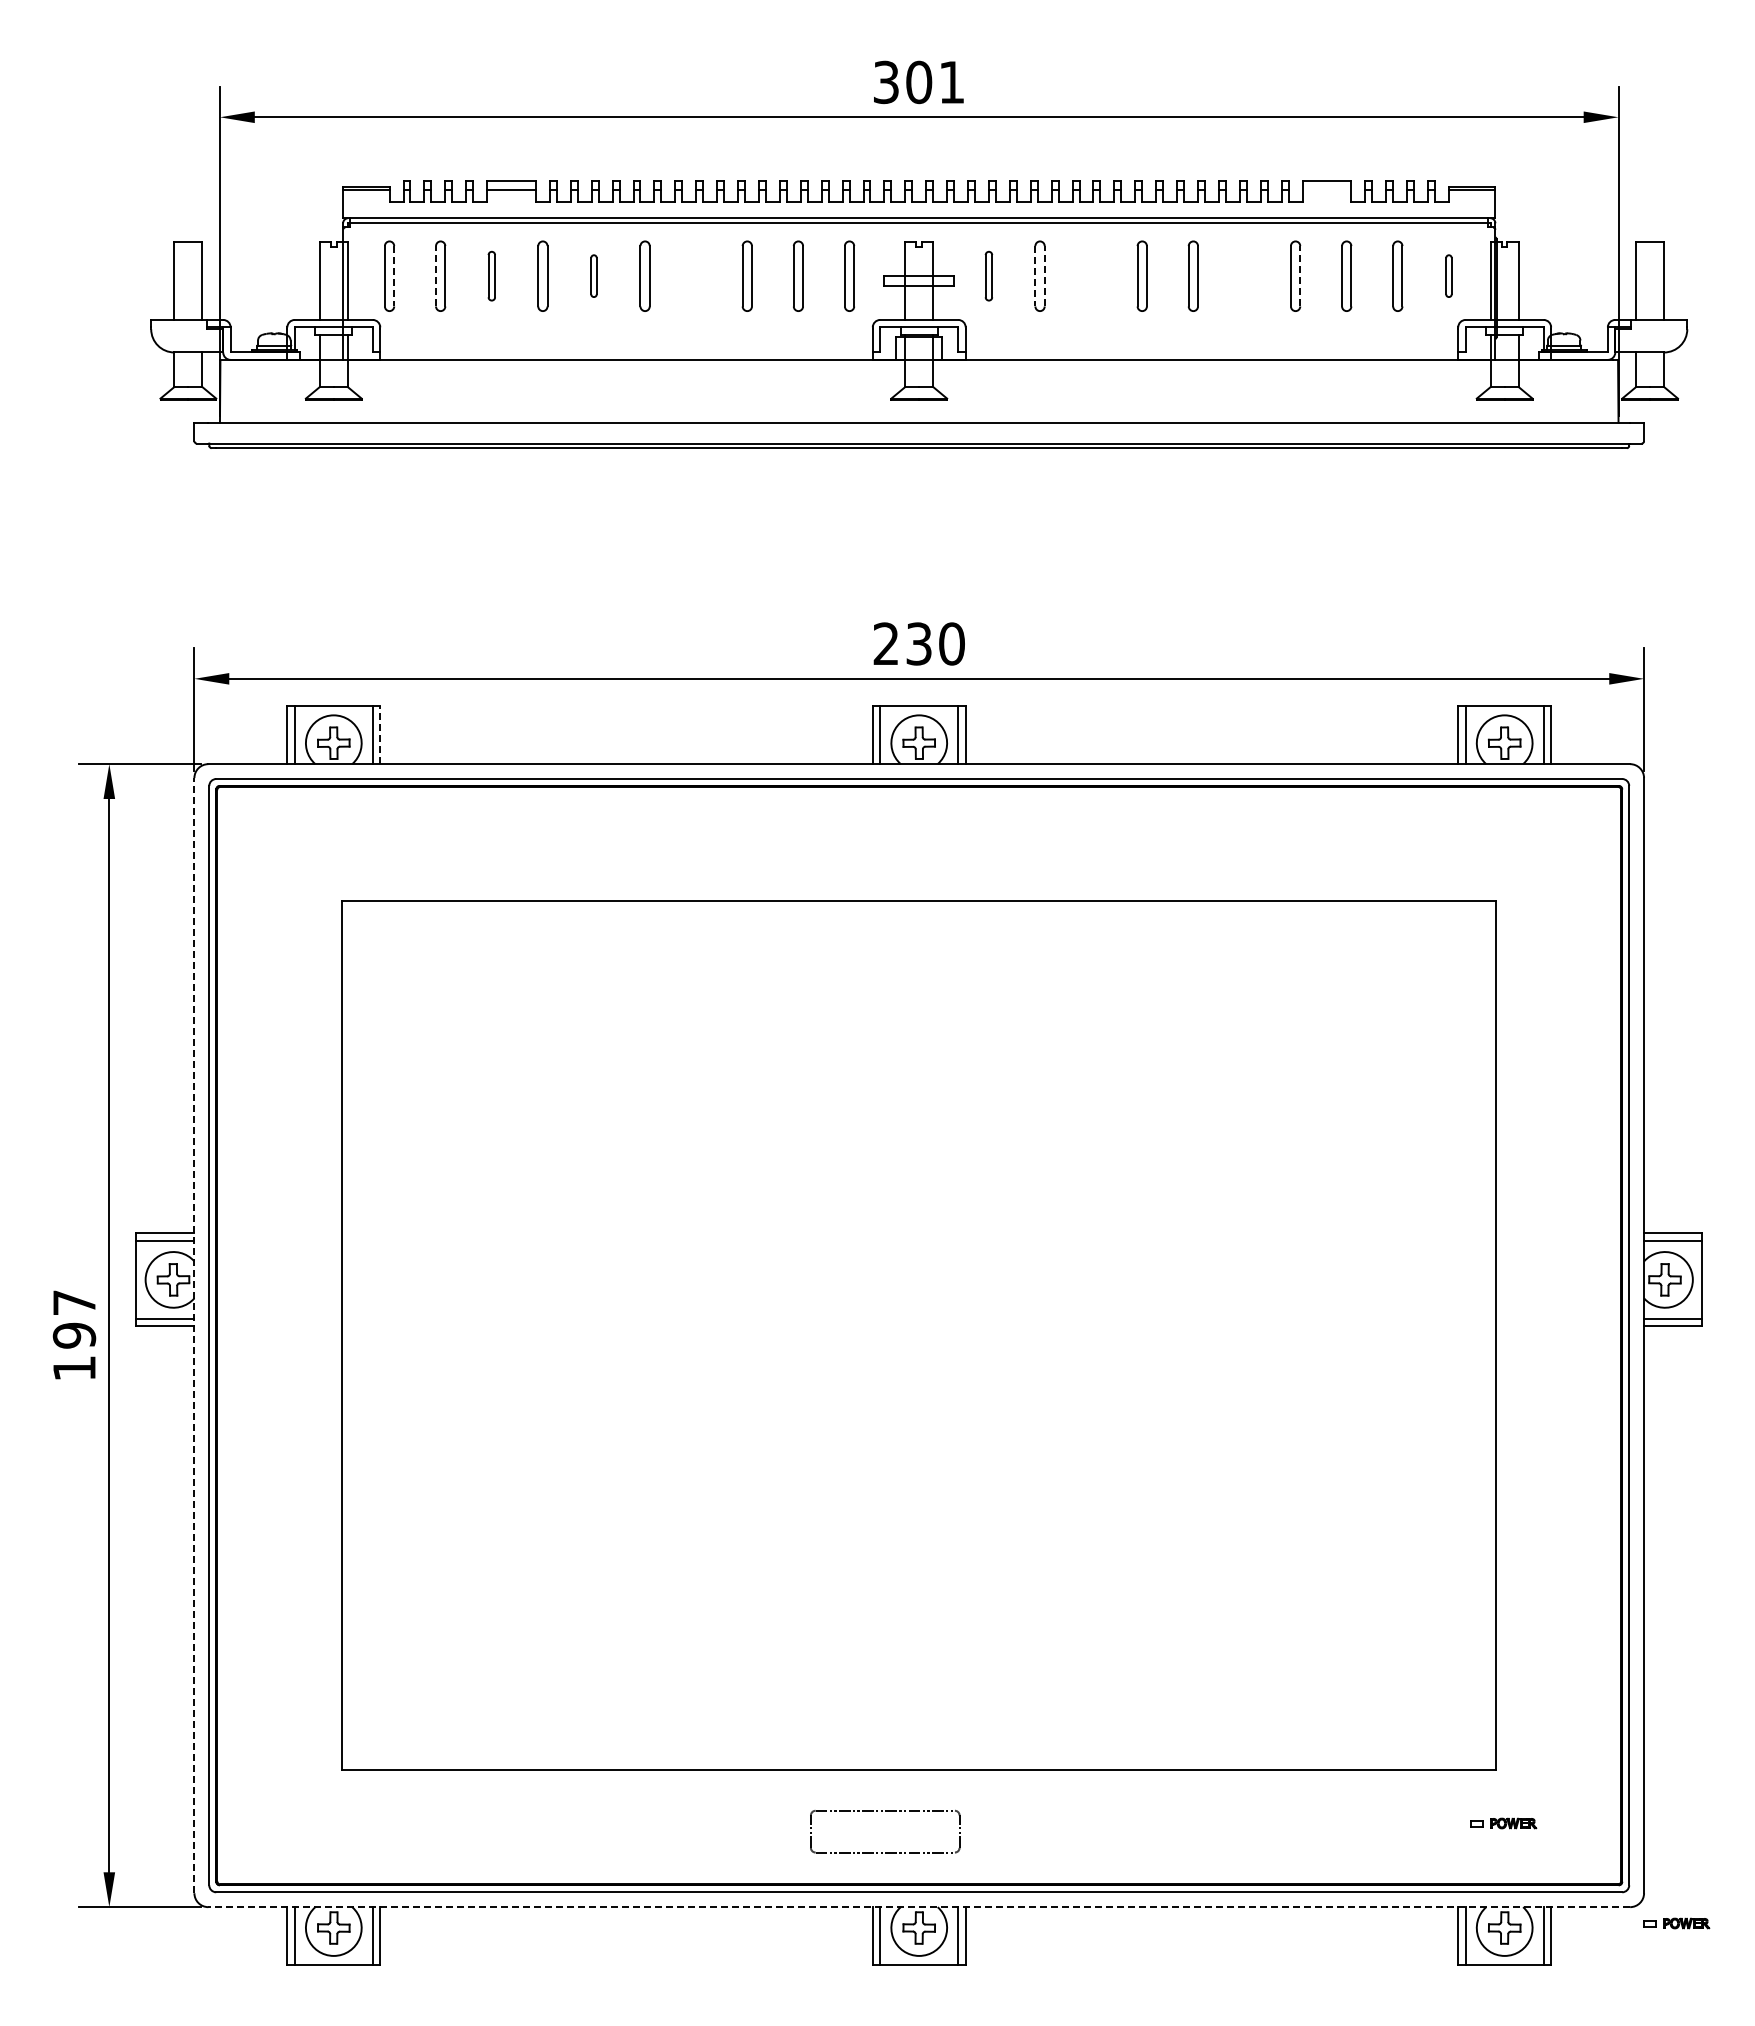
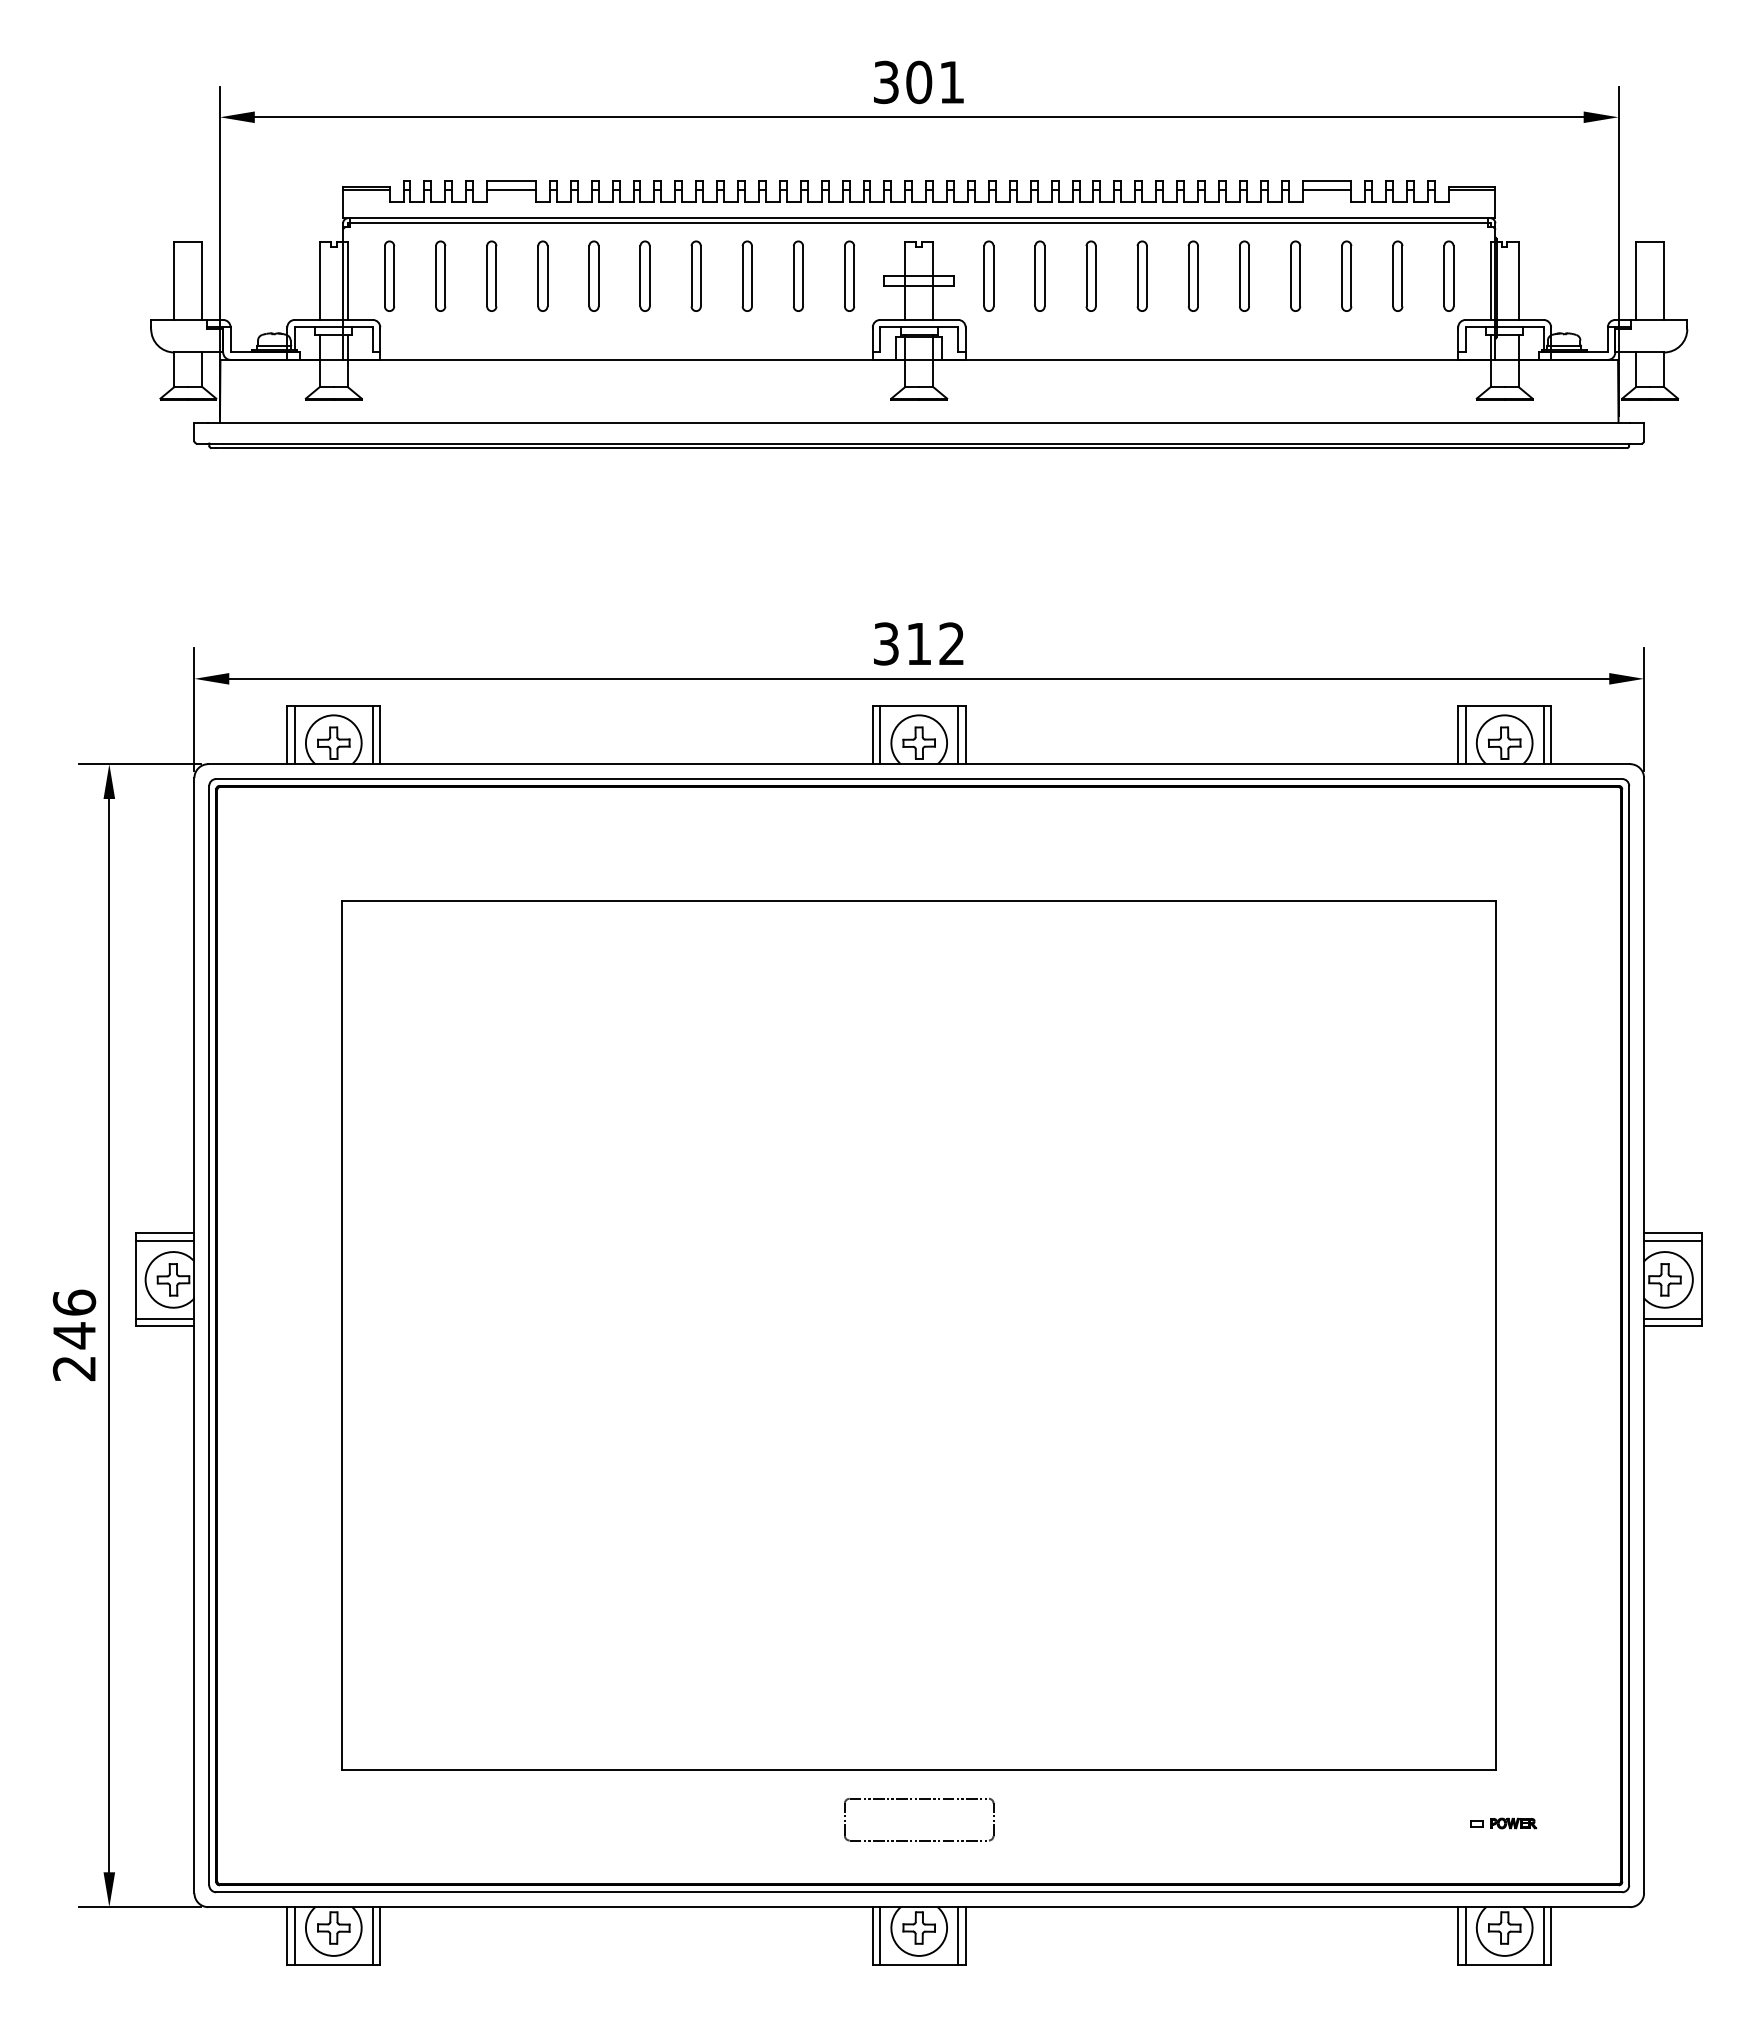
line at (1326, 190): none -> present
line at (436, 275): dashed -> solid
part at (491, 275) size: 9x52 px -> 12x72 px
part at (593, 275) size: 8x44 px -> 12x72 px
part at (695, 275): none -> present
part at (988, 275) size: 10x52 px -> 12x72 px
line at (1044, 275): dashed -> solid
part at (1090, 275): none -> present
part at (1244, 275): none -> present
line at (1300, 275): dashed -> solid
part at (1448, 275) size: 8x44 px -> 12x72 px
line at (394, 276): dashed -> solid
line at (1035, 276): dashed -> solid
text at (918, 643): 230 -> 312
line at (380, 734): dashed -> solid
text at (74, 1335): 197 -> 246
line at (194, 1335): dashed -> solid
part at (885, 1811) position: (885, 1811) -> (919, 1799)
line at (919, 1907): dashed -> solid
part at (1676, 1923): present -> none
